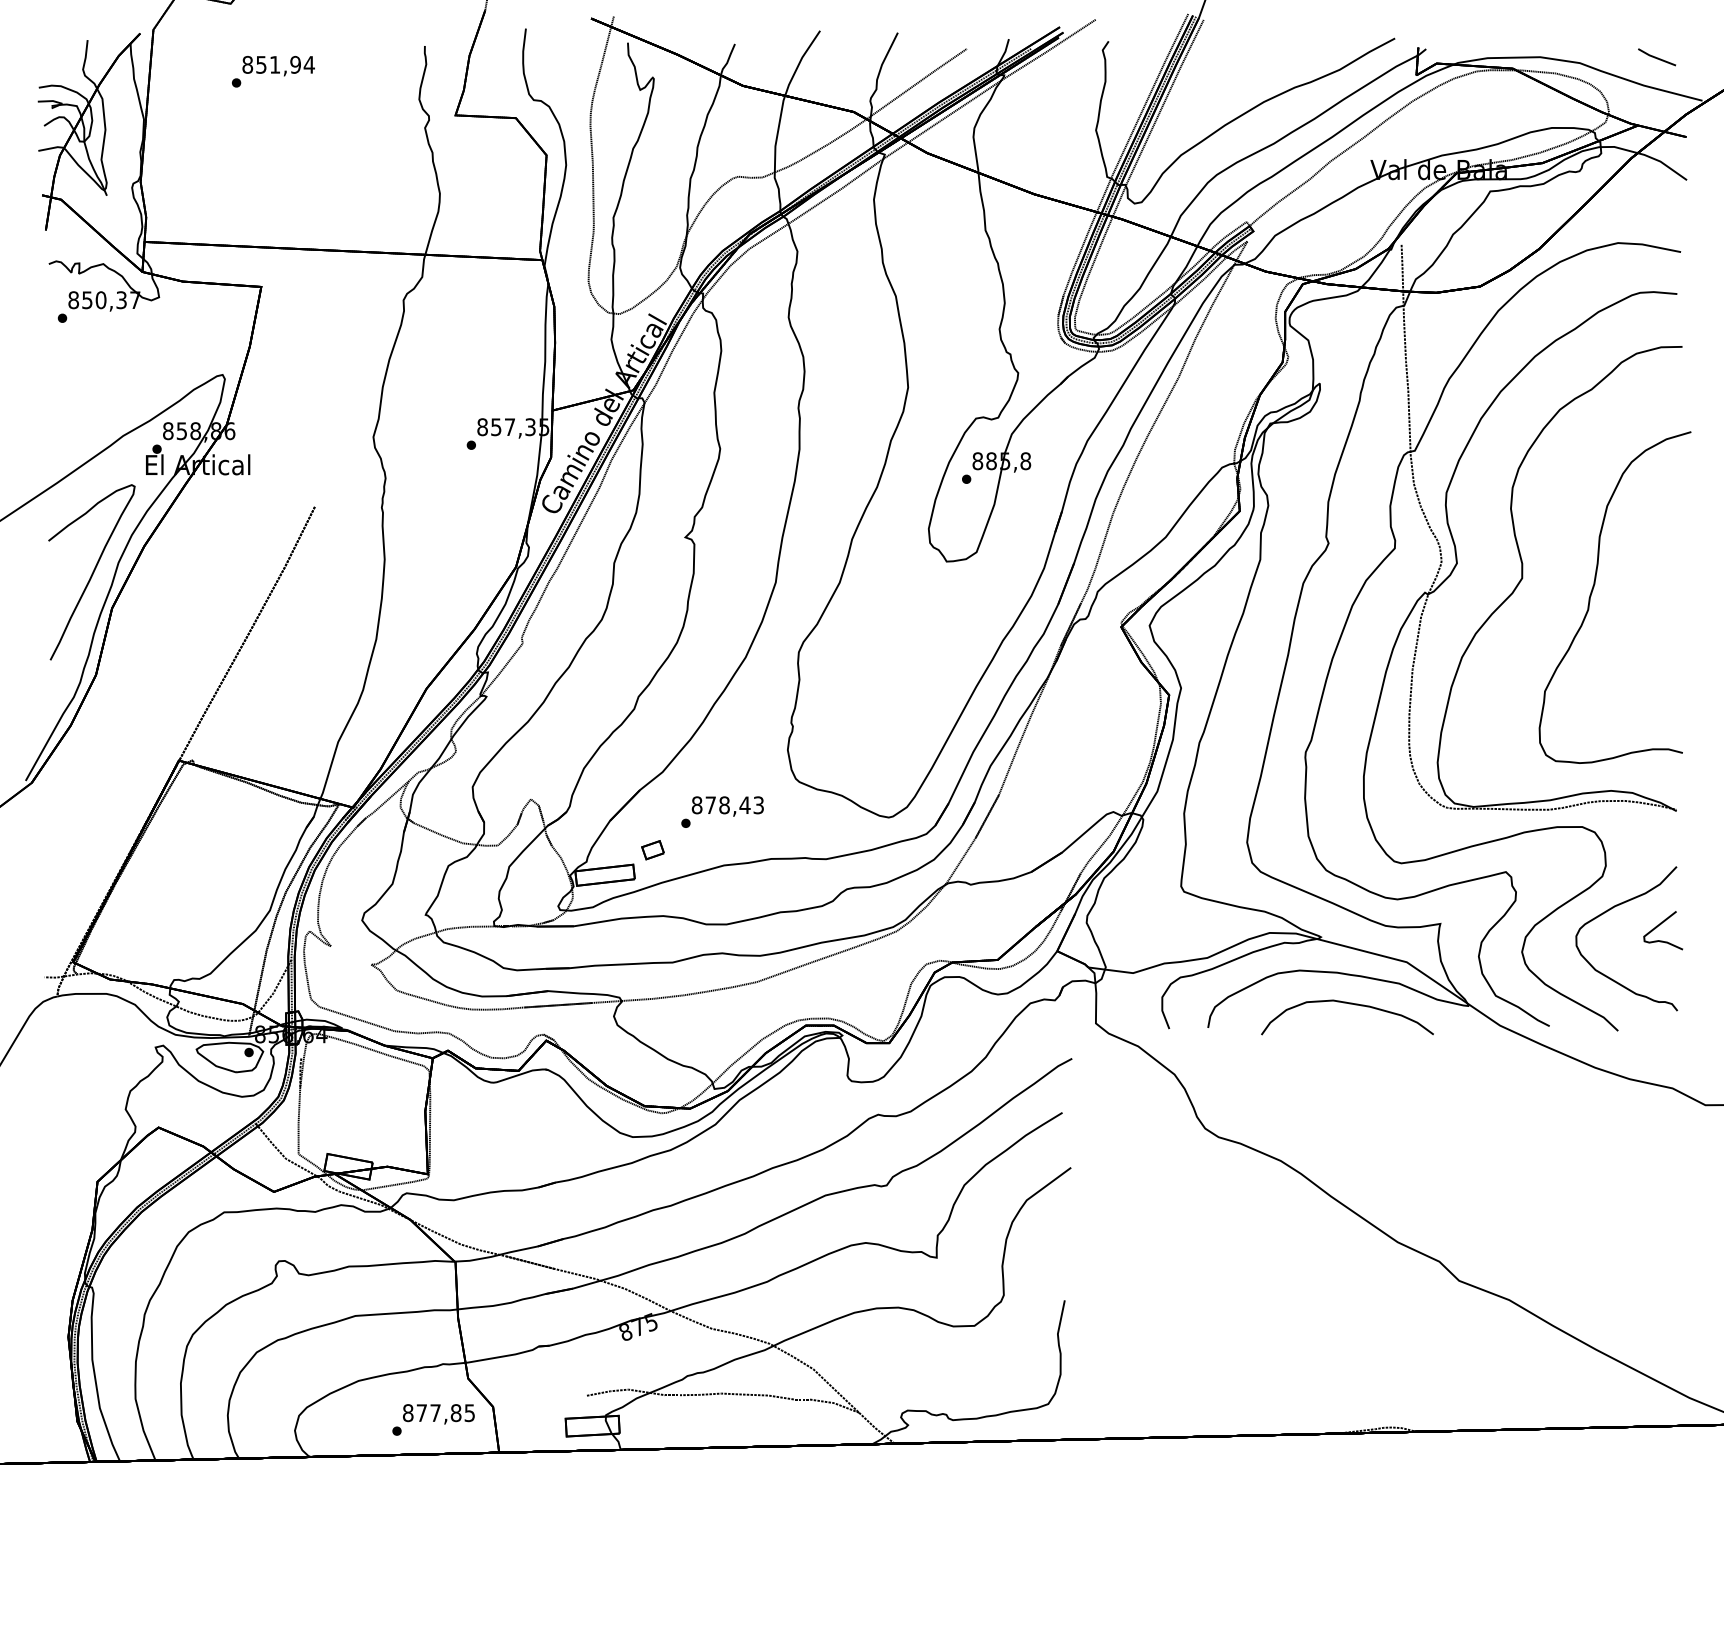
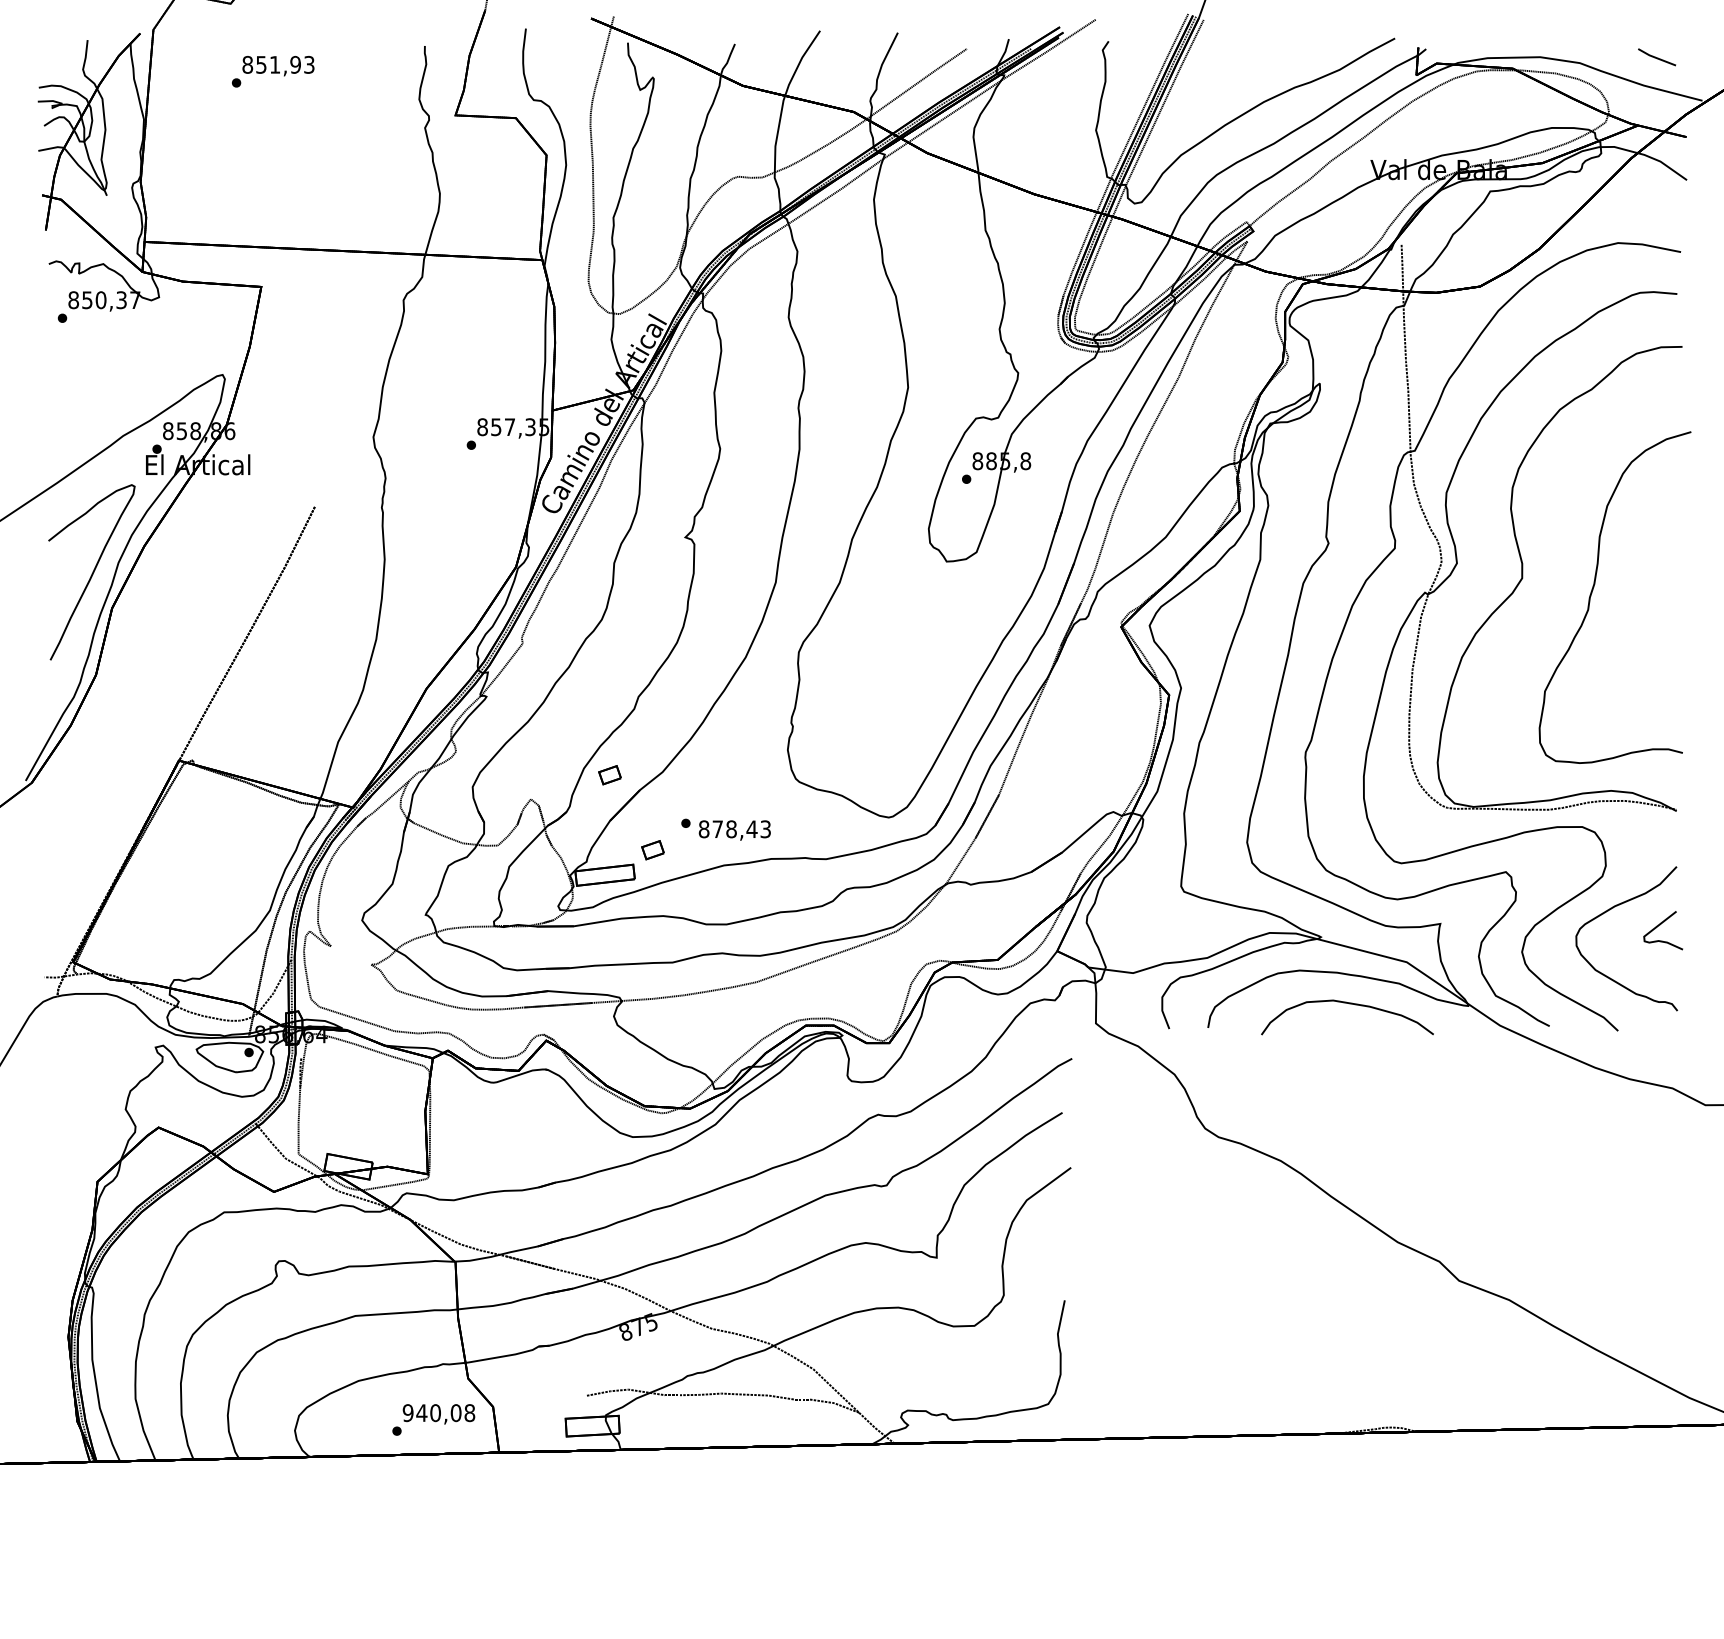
text at (308, 64): 851,94 -> 851,93
part at (609, 775): none -> present
text at (727, 806) position: (727, 806) -> (734, 830)
text at (438, 1413): 877,85 -> 940,08
